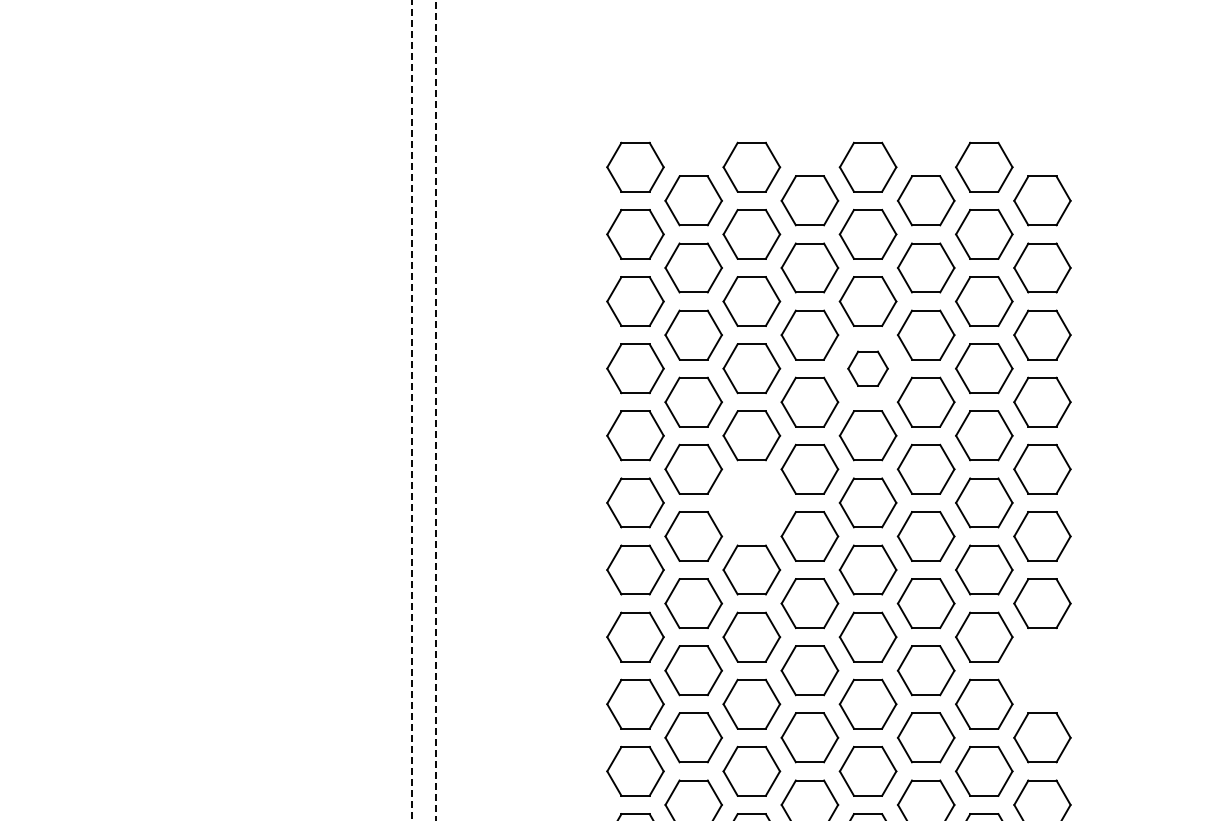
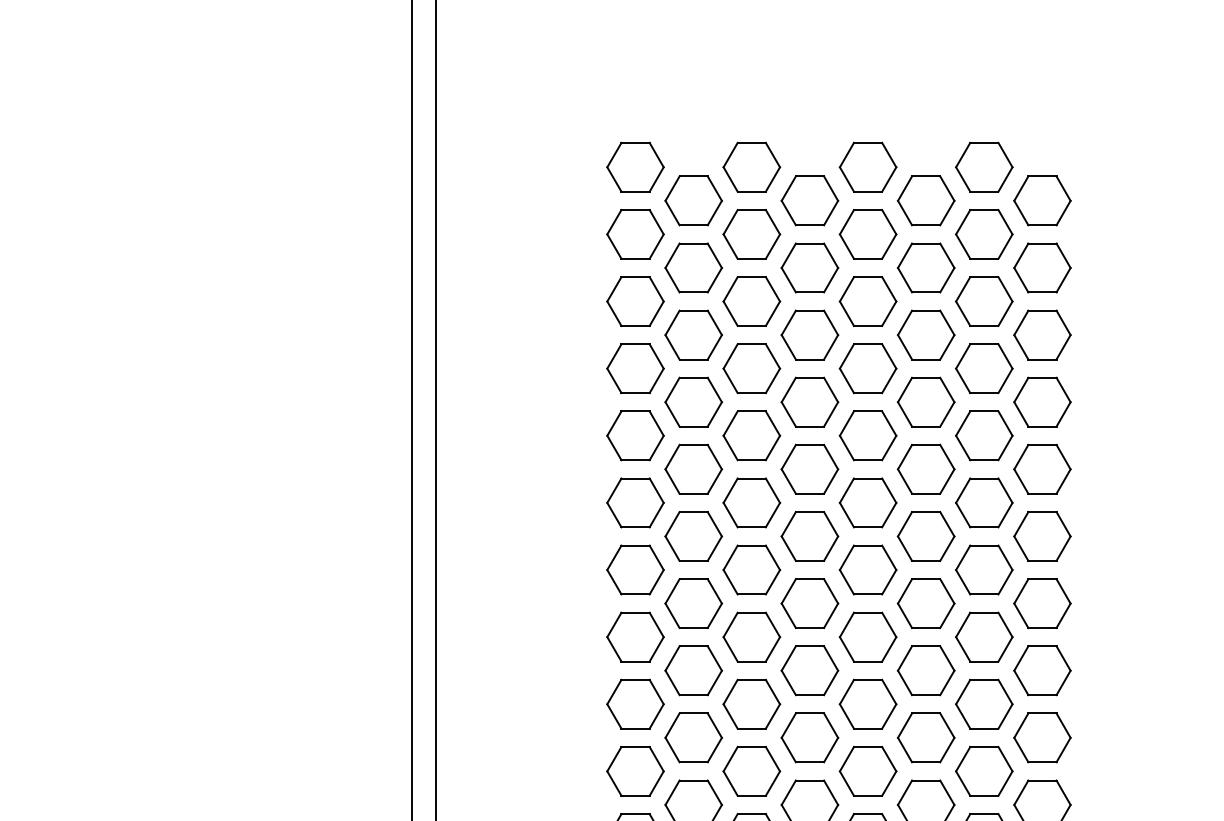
part at (867, 368) size: 42x37 px -> 60x52 px
line at (411, 410): dashed -> solid
line at (436, 410): dashed -> solid
part at (751, 502): none -> present
part at (1042, 670): none -> present
